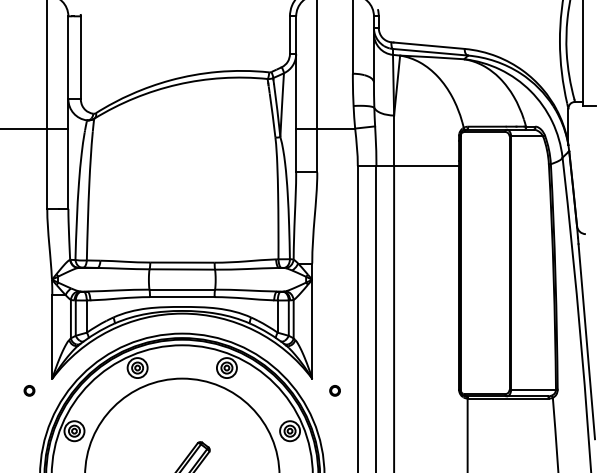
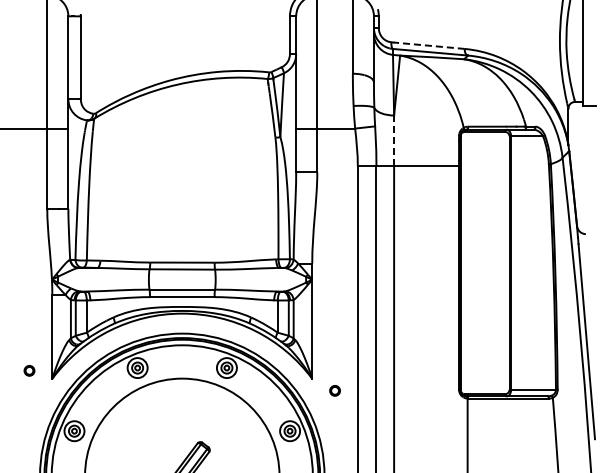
line at (429, 45): solid -> dashed
line at (394, 140): solid -> dashed
part at (29, 390) position: (29, 390) -> (29, 370)
